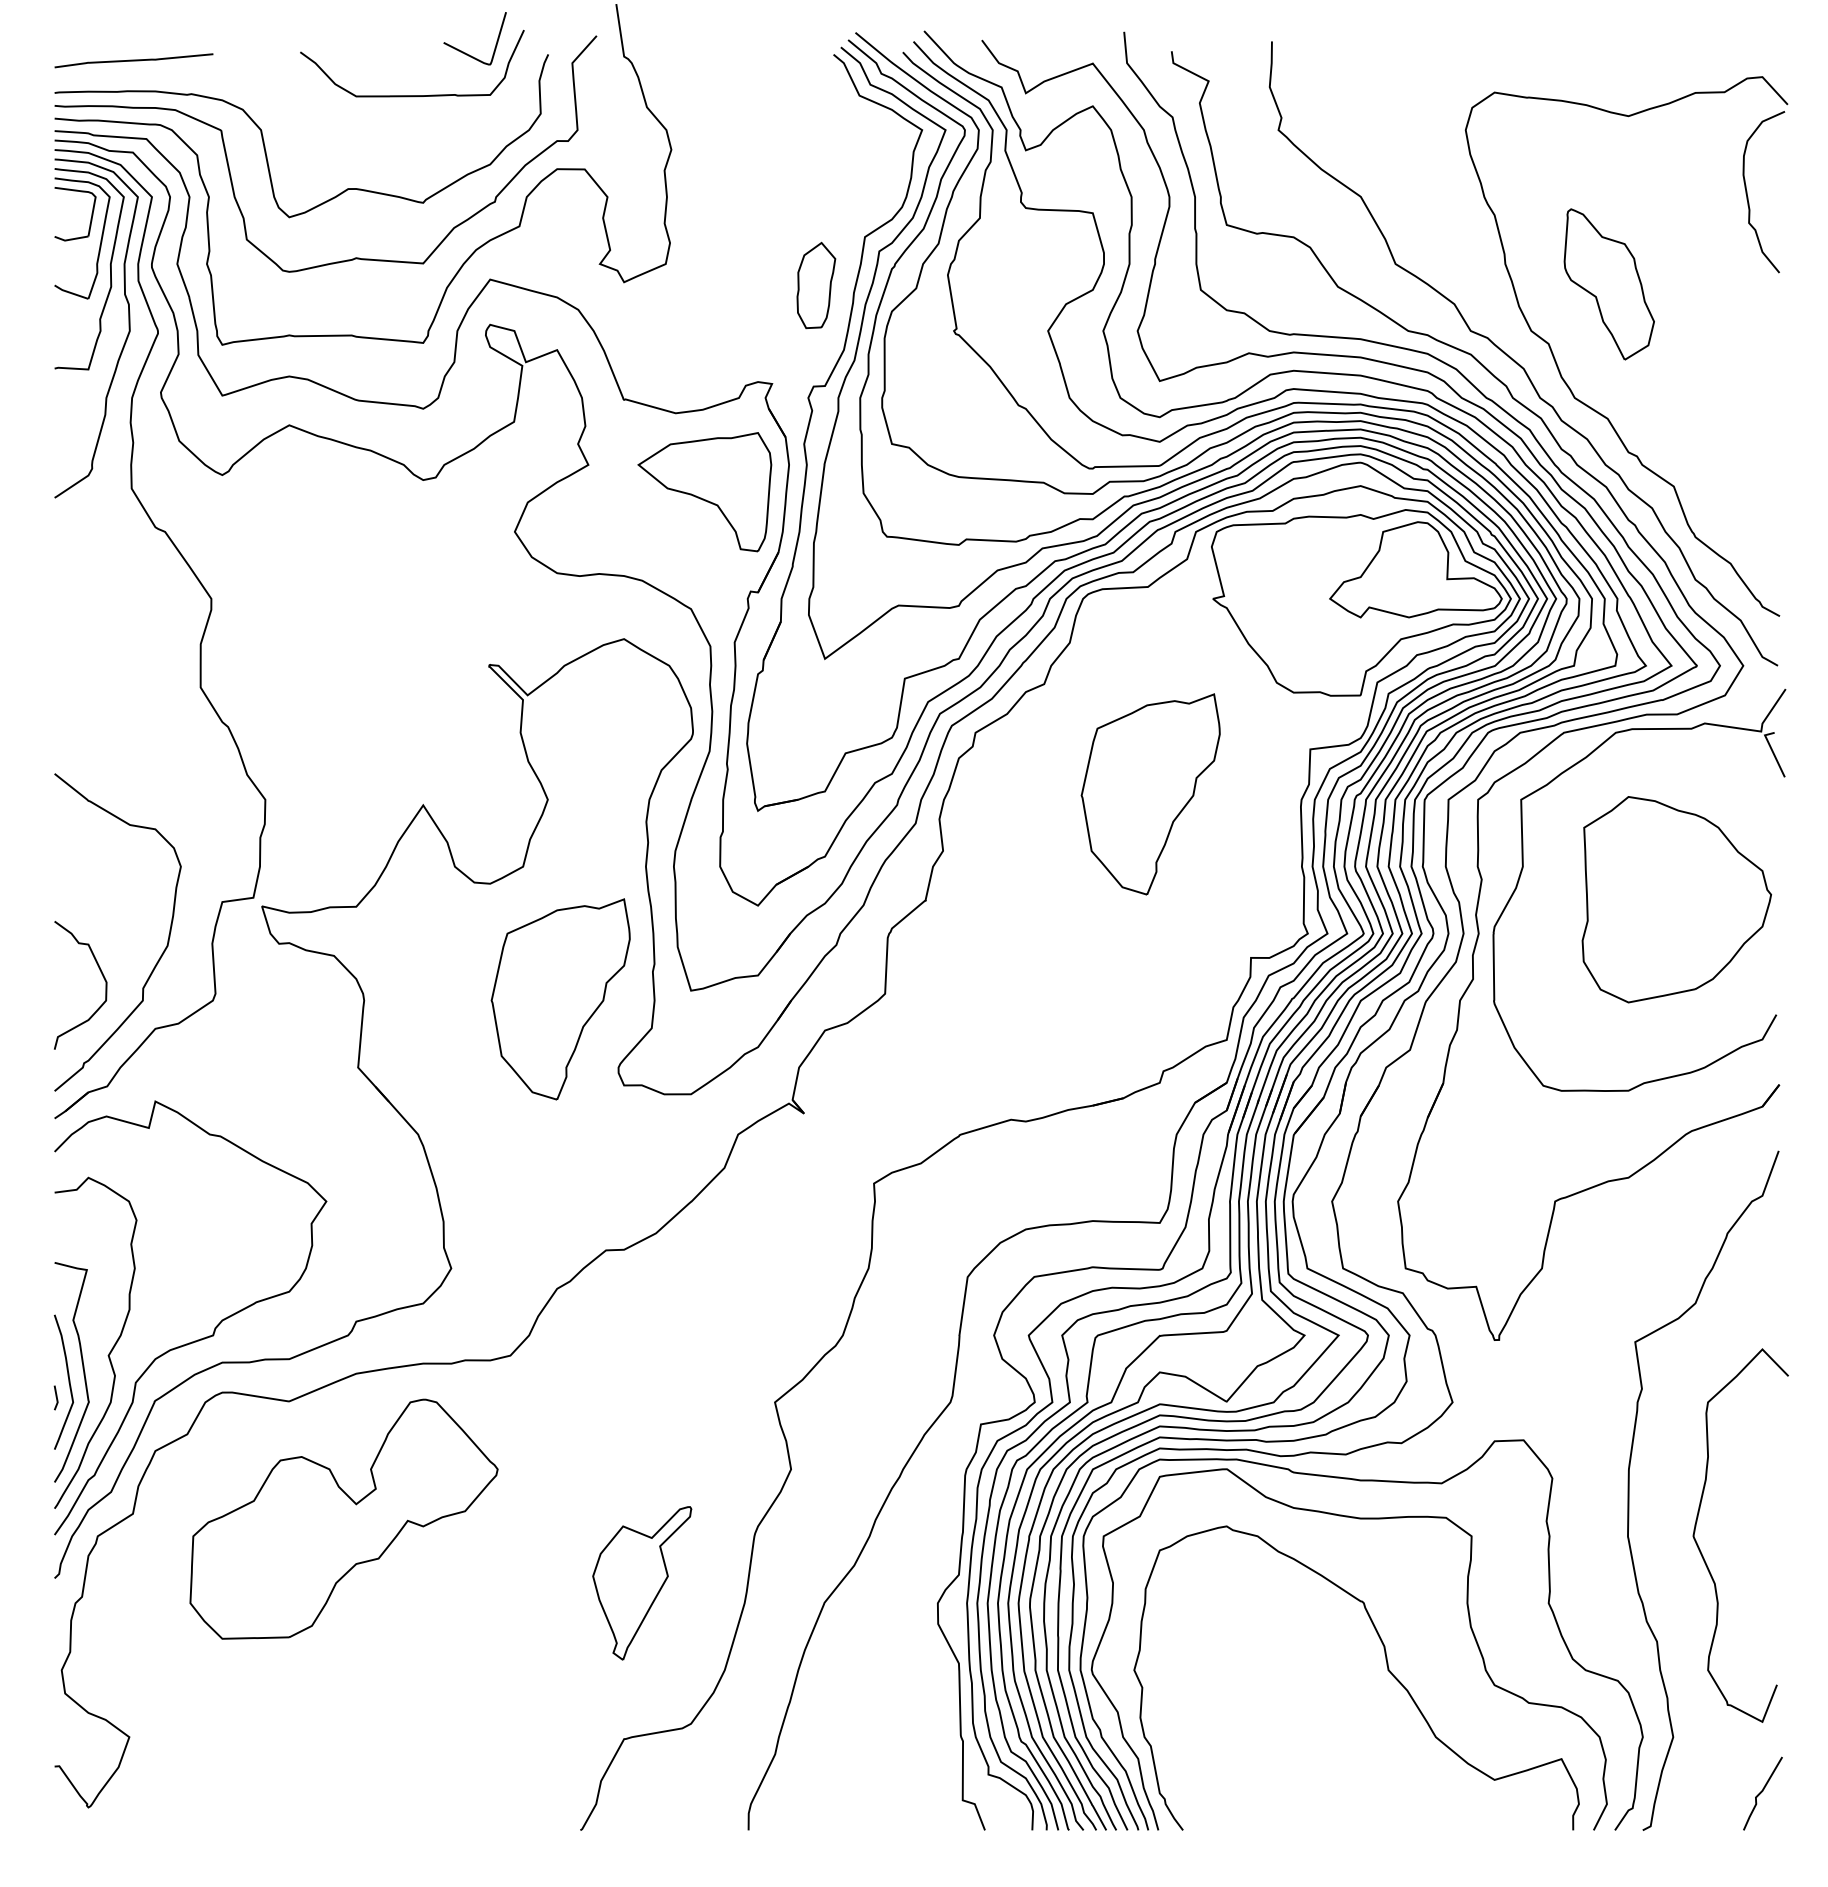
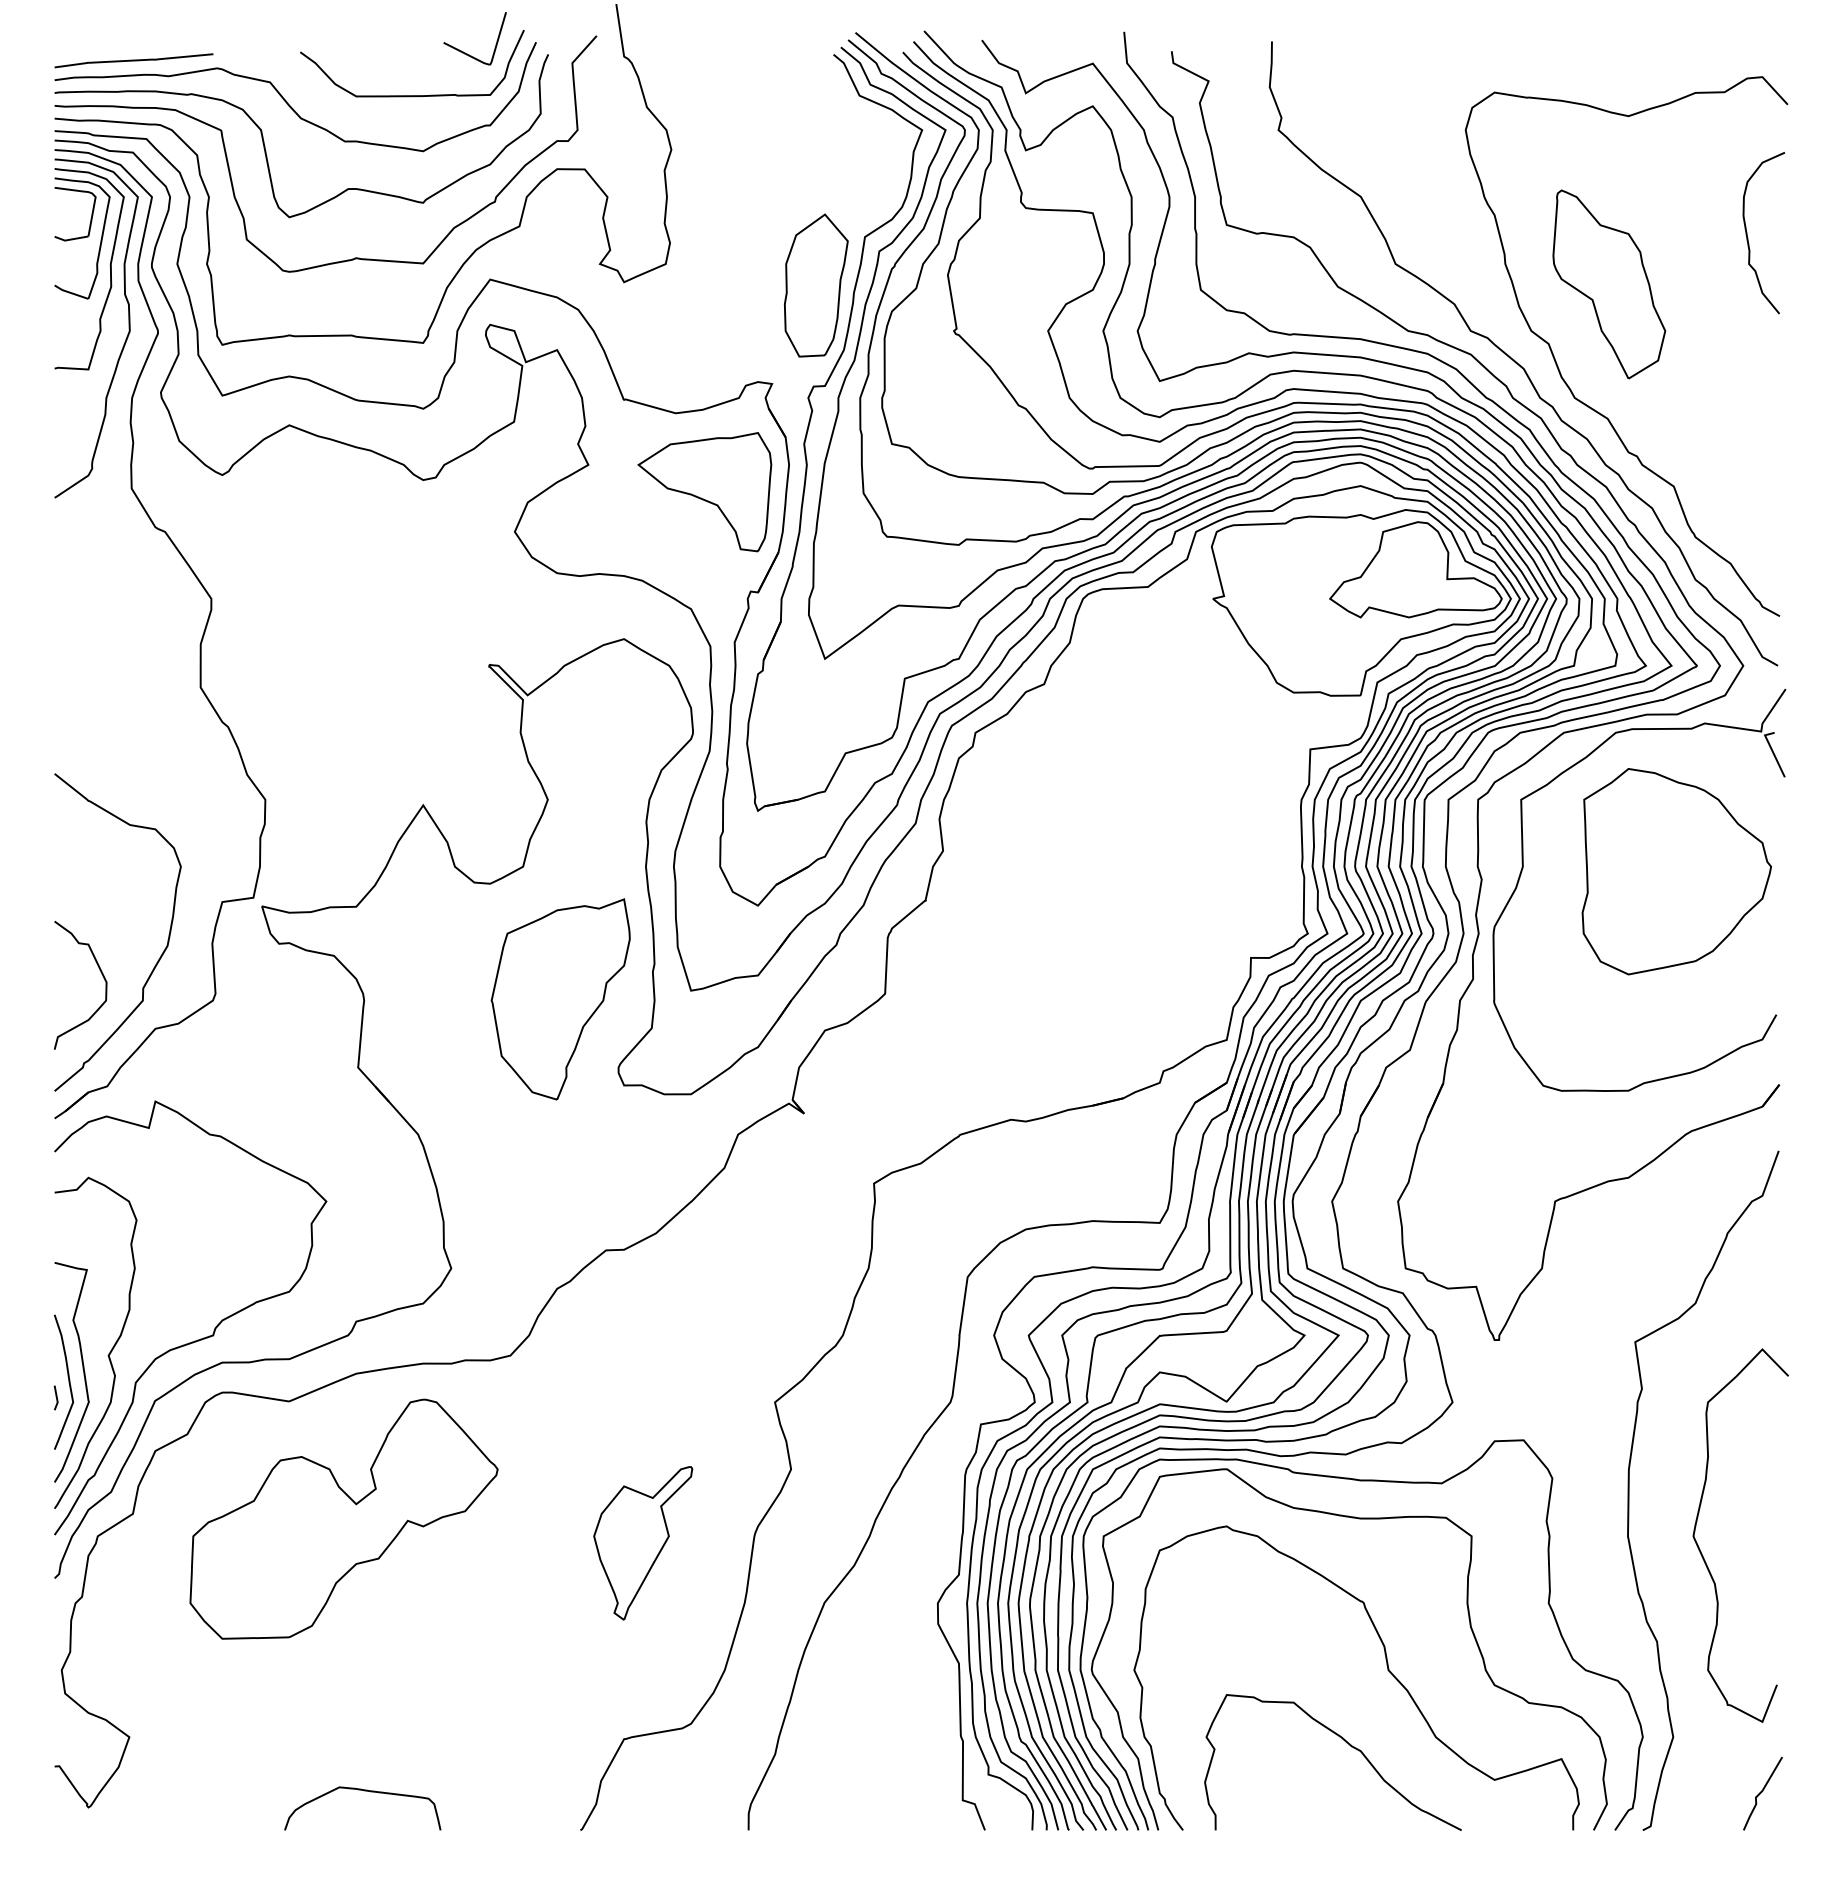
curve at (287, 101): none -> present
curve at (1748, 196) position: (1748, 196) -> (1748, 237)
part at (1608, 284) size: 92x153 px -> 115x191 px
part at (816, 285) size: 41x89 px -> 65x145 px
part at (1150, 794): present -> none
part at (1676, 899) position: (1676, 899) -> (1676, 871)
part at (642, 1583) position: (642, 1583) -> (643, 1543)
curve at (1345, 1742): none -> present
curve at (364, 1791): none -> present
